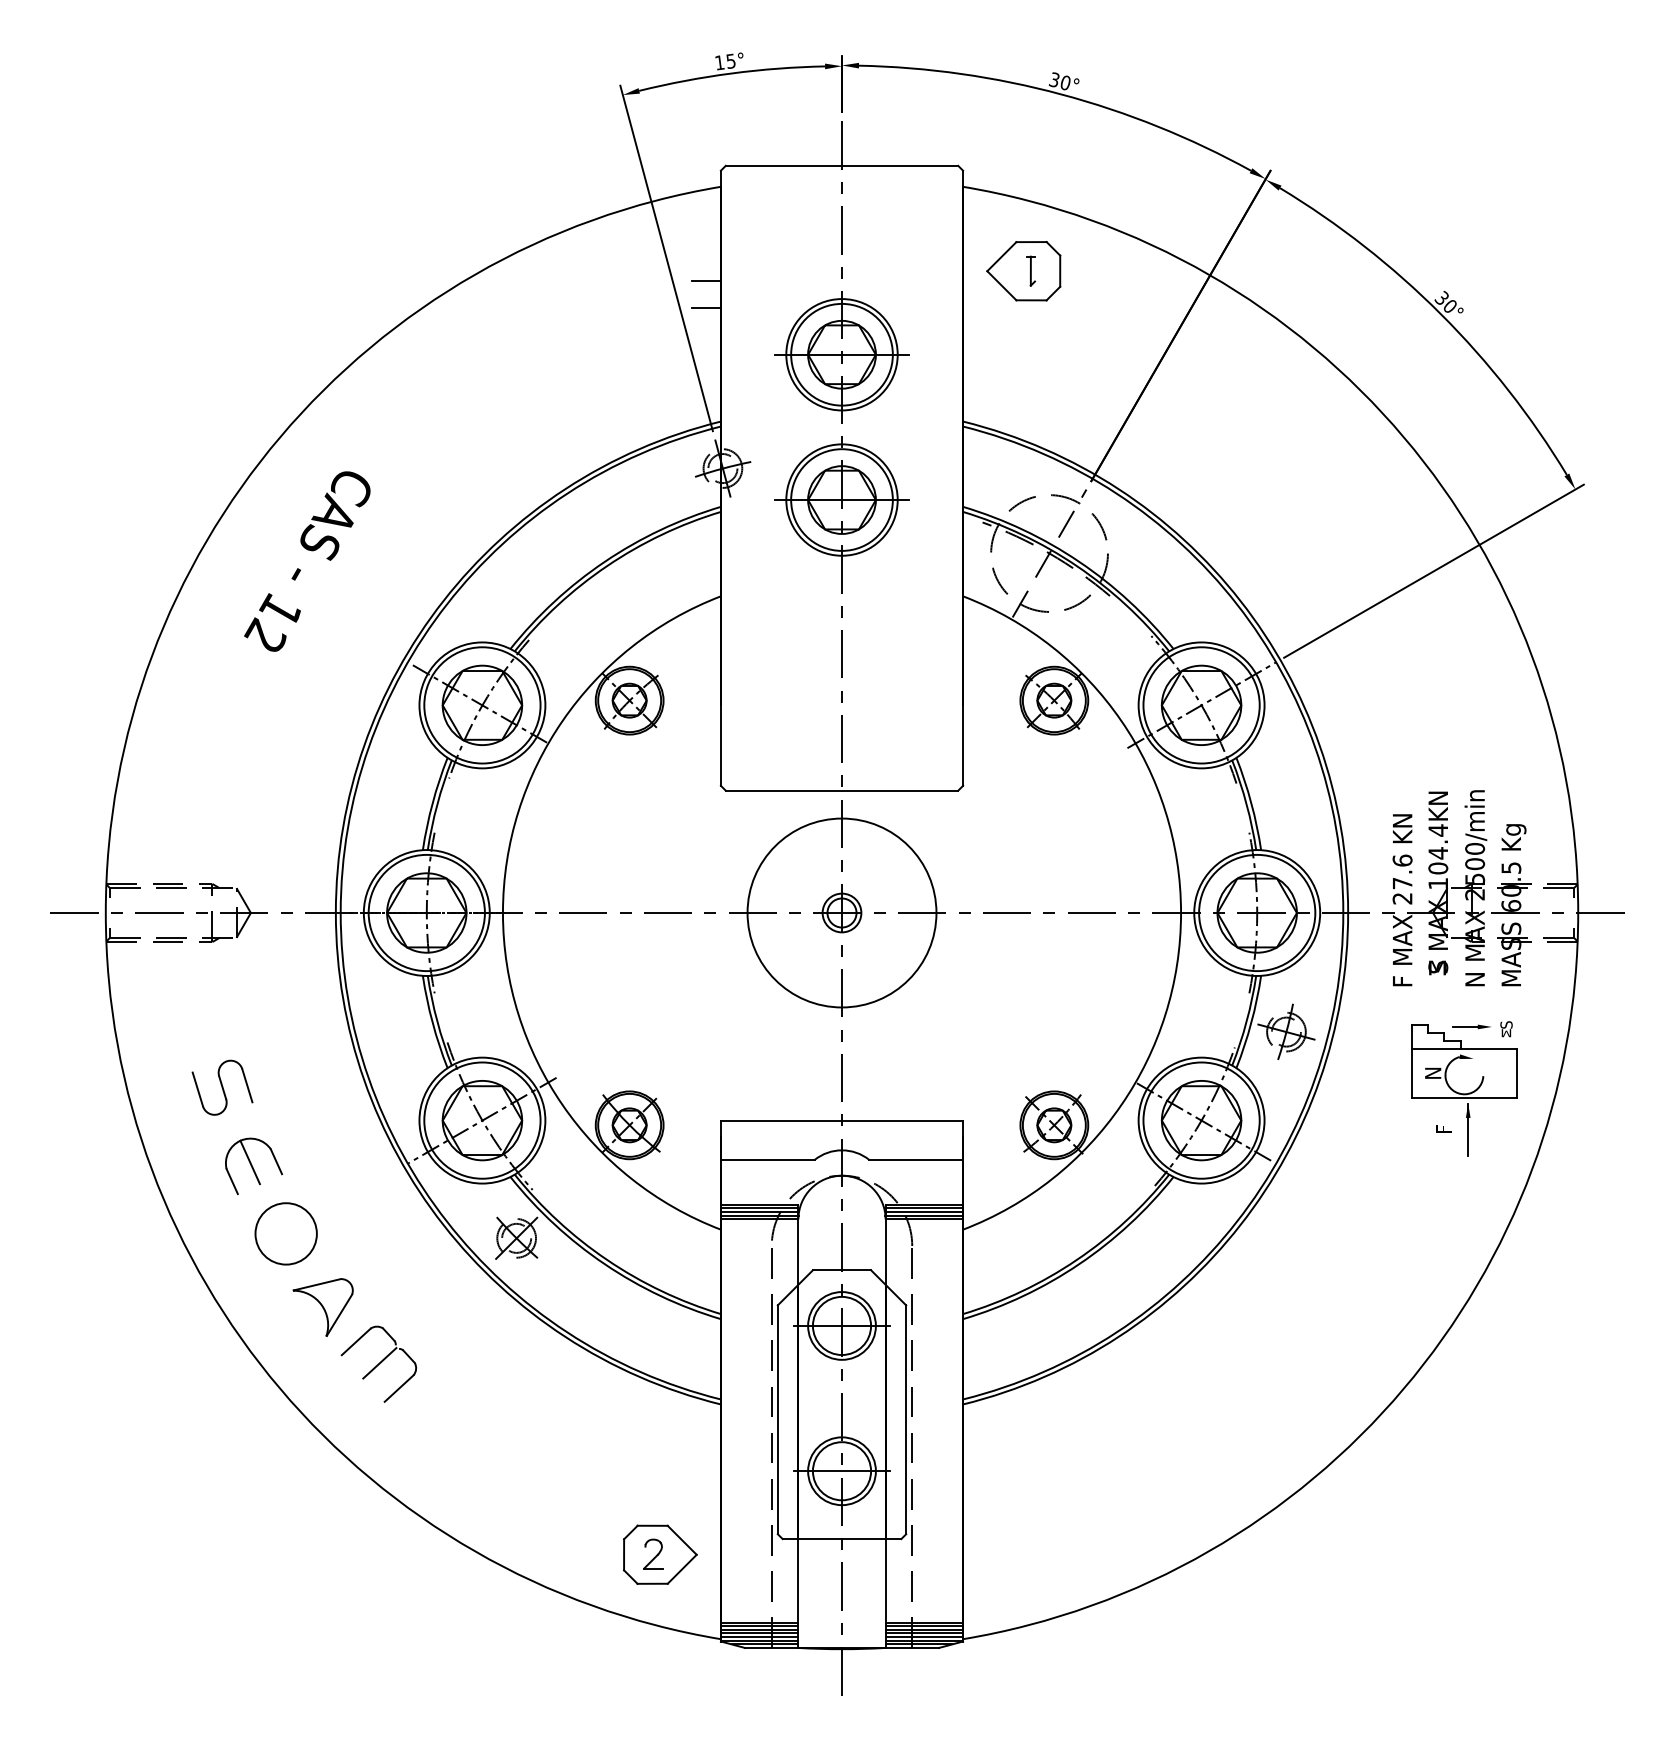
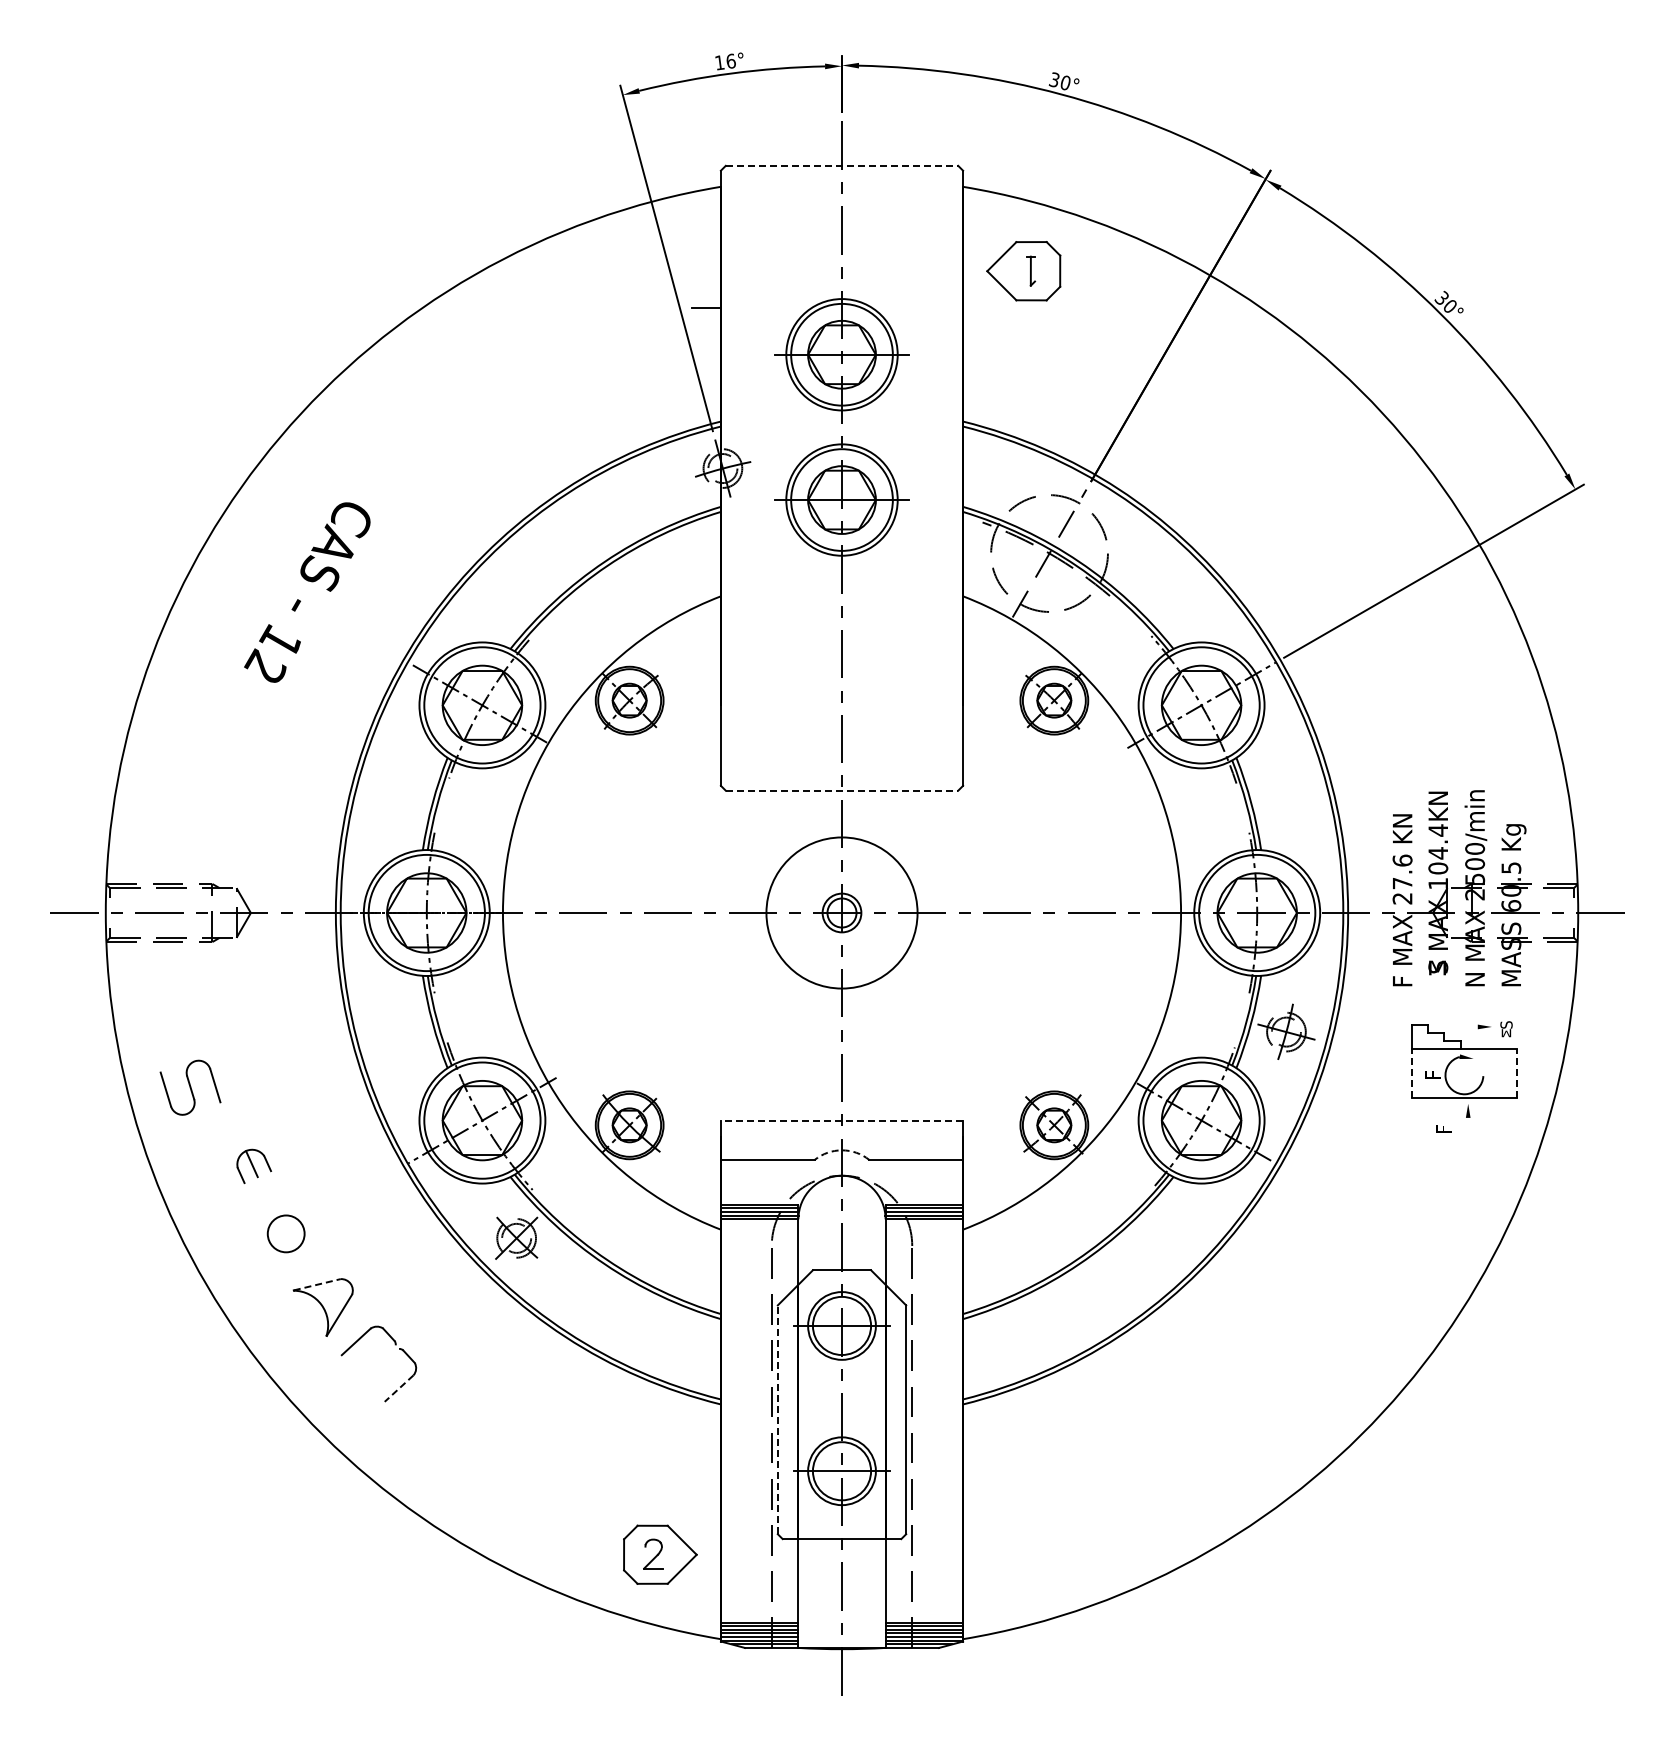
text at (730, 60): 15° -> 16°
line at (842, 165): solid -> dashed
line at (705, 280): present -> none
text at (307, 561) position: (307, 561) -> (307, 592)
line at (842, 790): solid -> dashed
circle at (841, 912) diameter: 189 px -> 151 px
line at (1464, 1026): present -> none
text at (1433, 1072): N -> F
line at (1412, 1073): solid -> dashed
line at (1516, 1073): solid -> dashed
part at (222, 1087) position: (222, 1087) -> (190, 1087)
line at (841, 1121): solid -> dashed
line at (1468, 1129): present -> none
arc at (842, 1150): solid -> dashed
part at (254, 1166) size: 59x59 px -> 37x36 px
circle at (285, 1233) diameter: 61 px -> 37 px
line at (317, 1284): solid -> dashed
line at (379, 1363): present -> none
line at (399, 1388): solid -> dashed
line at (777, 1419): solid -> dashed
